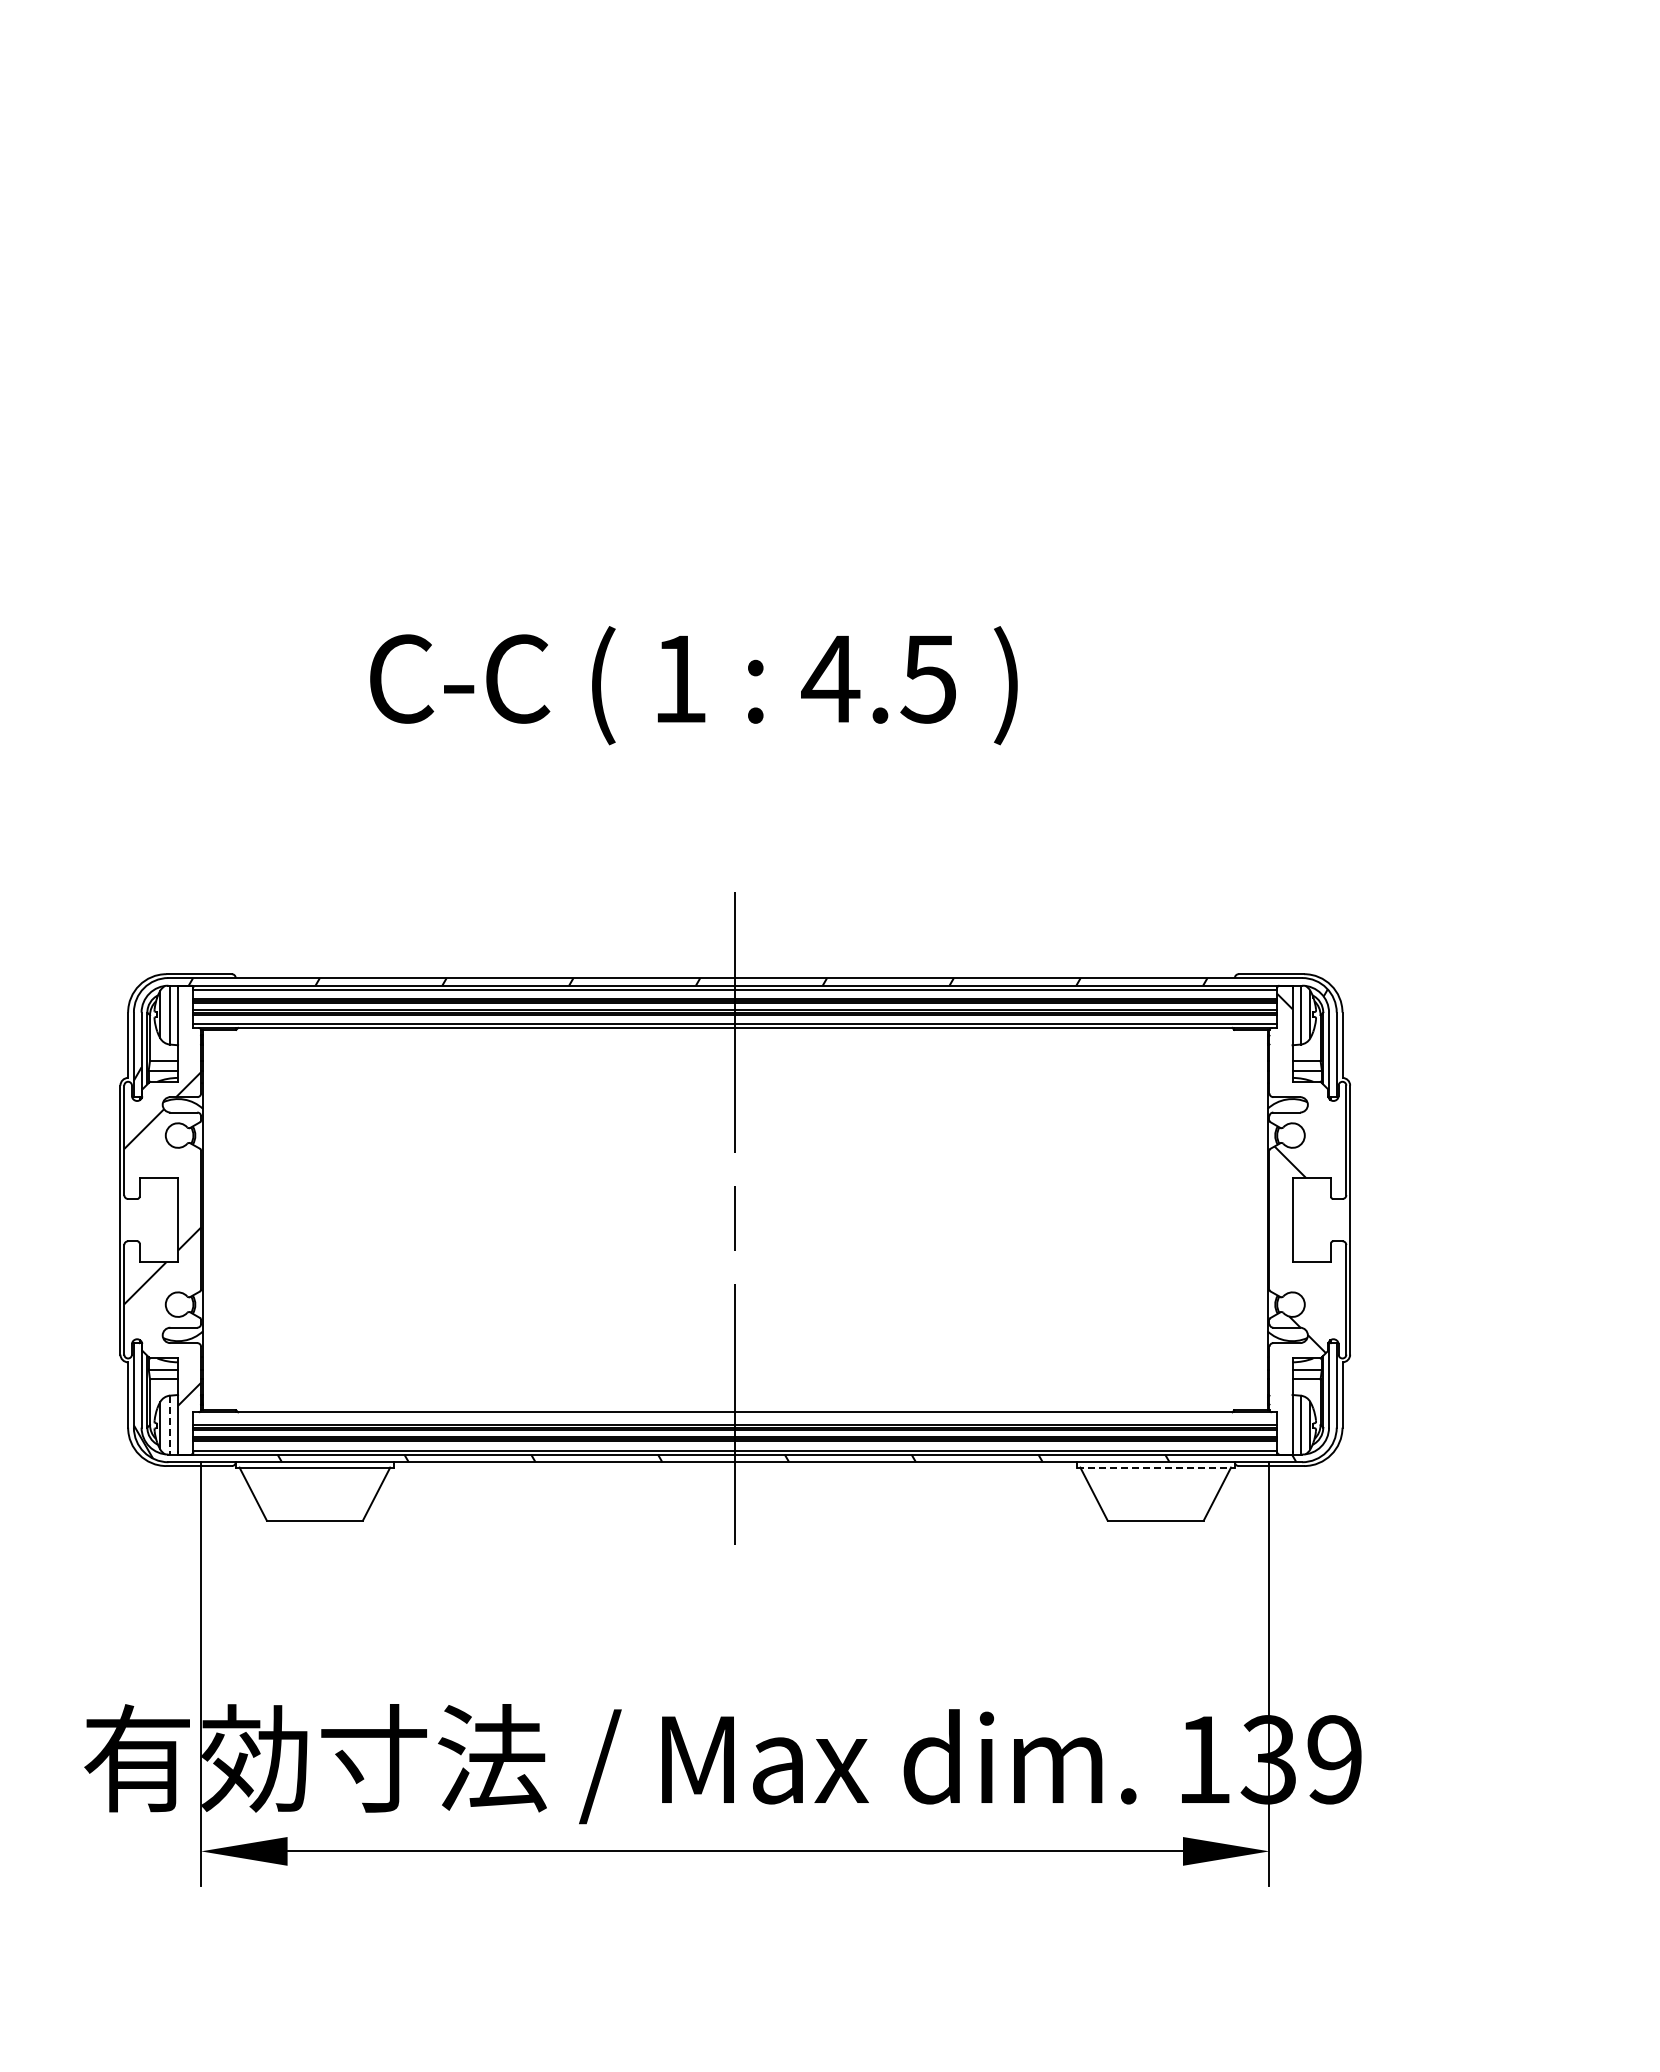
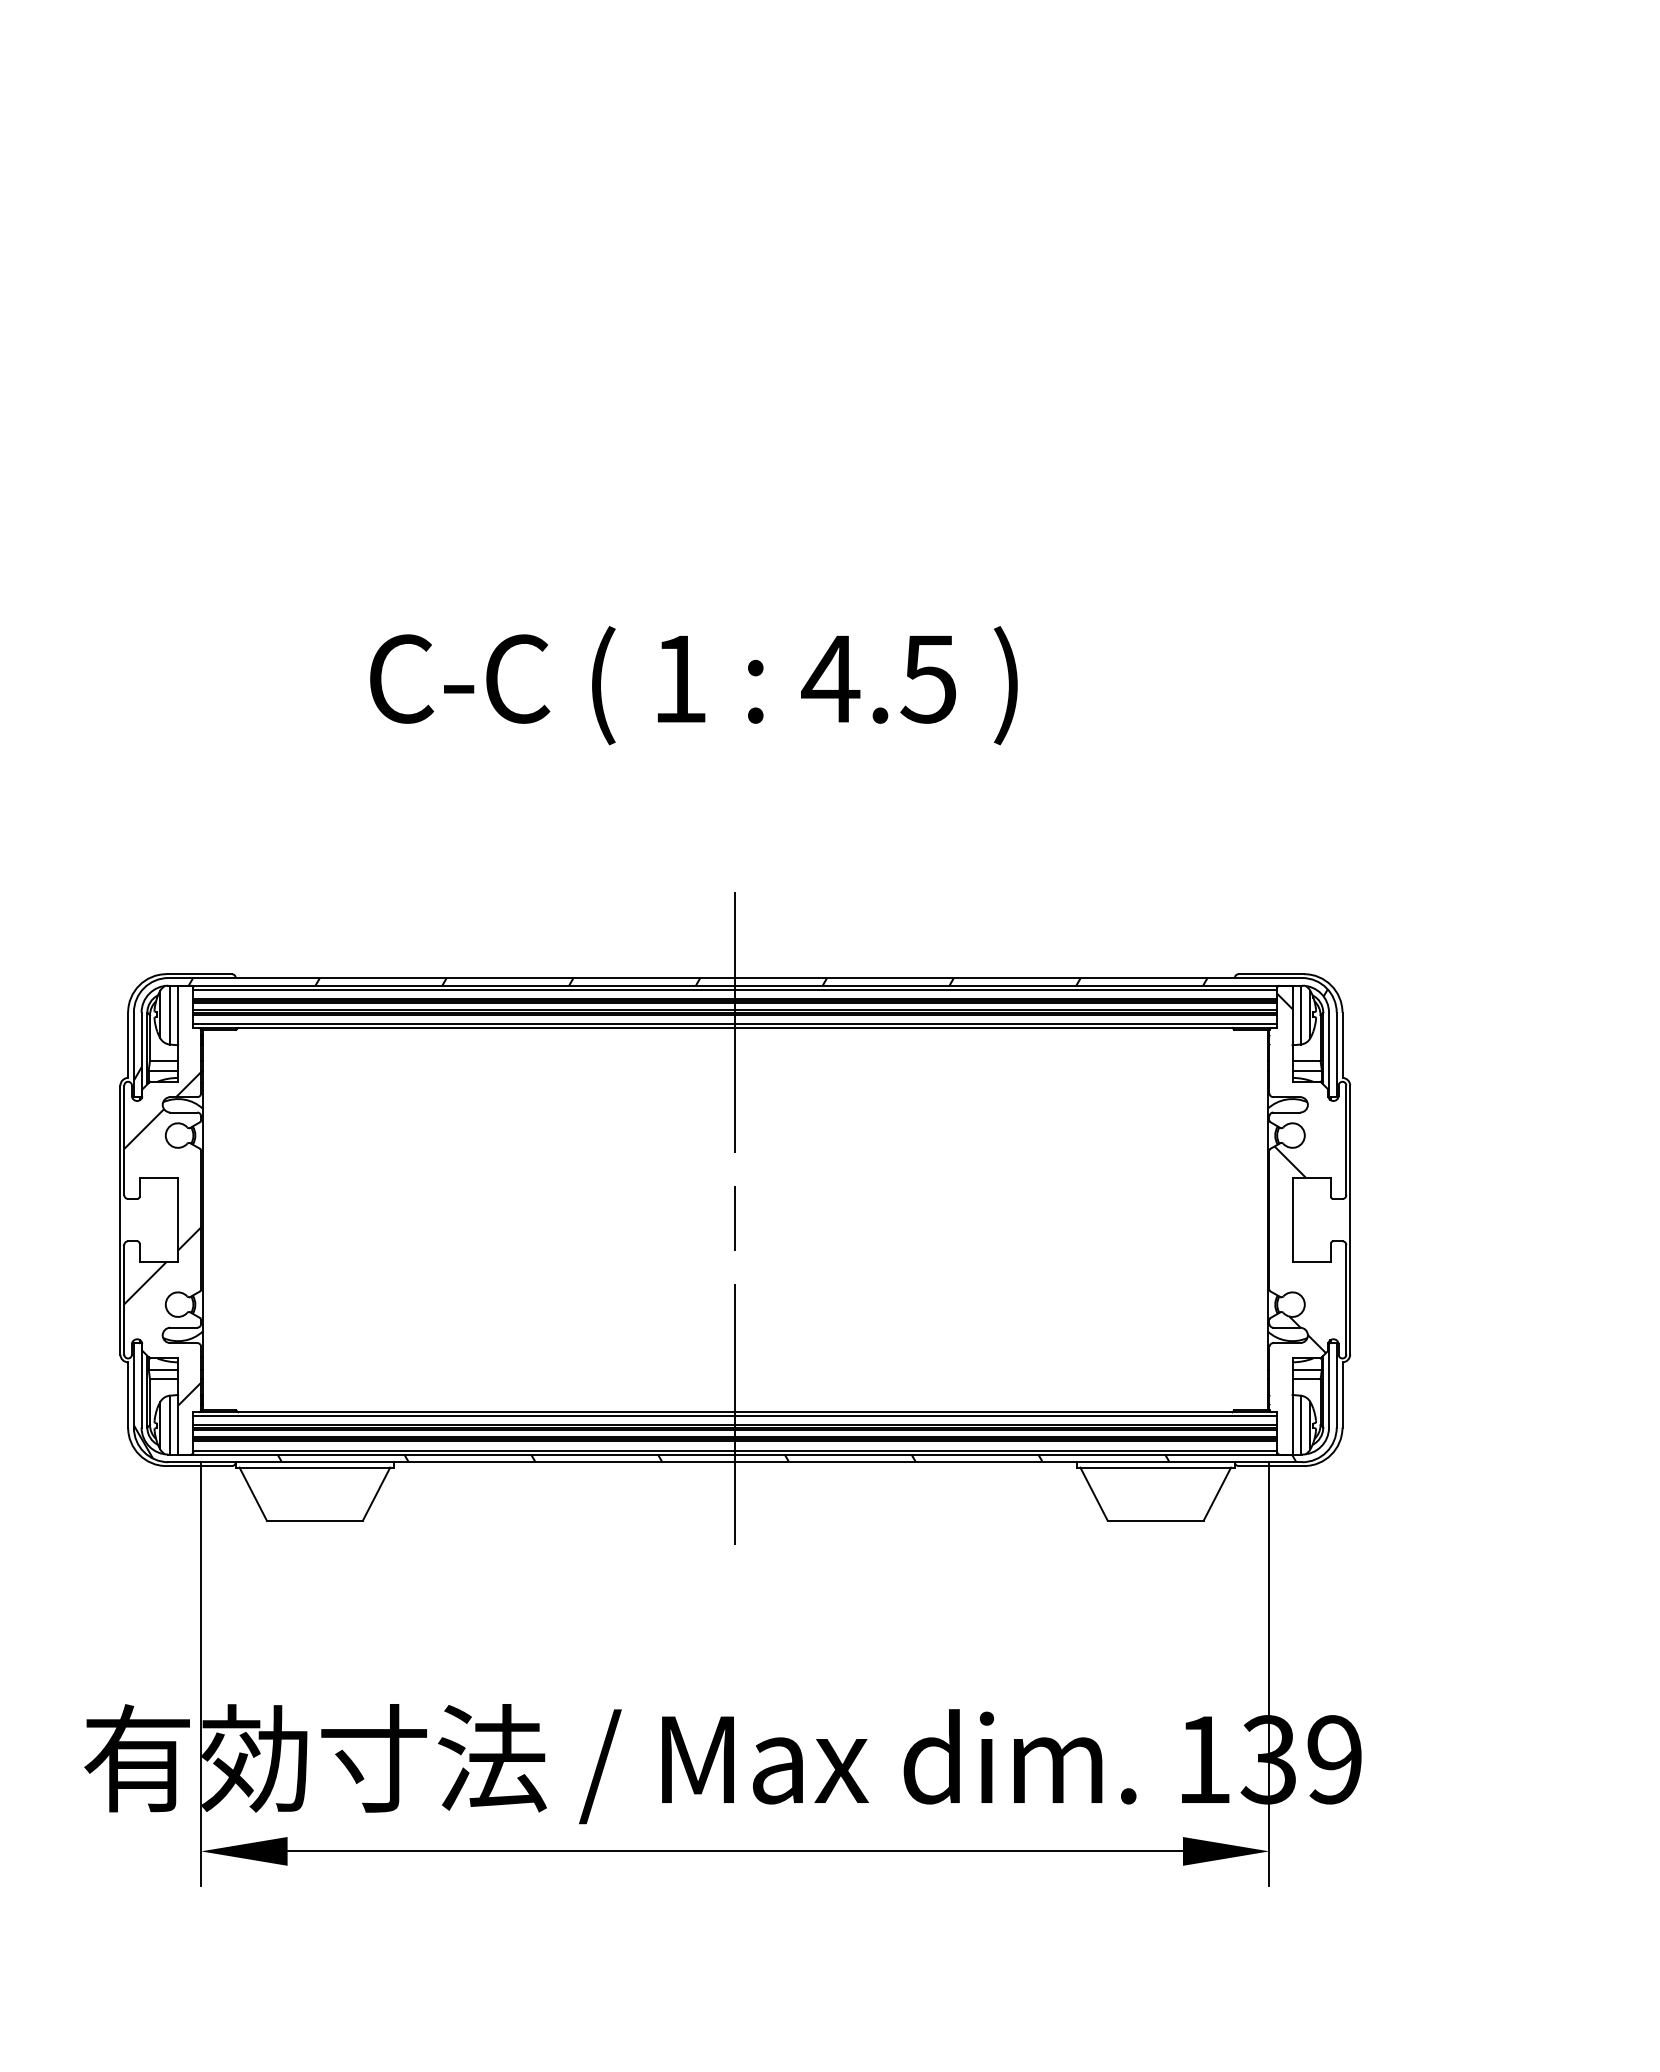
line at (735, 1416): none -> present
line at (169, 1425): dashed -> solid
line at (1156, 1467): dashed -> solid
